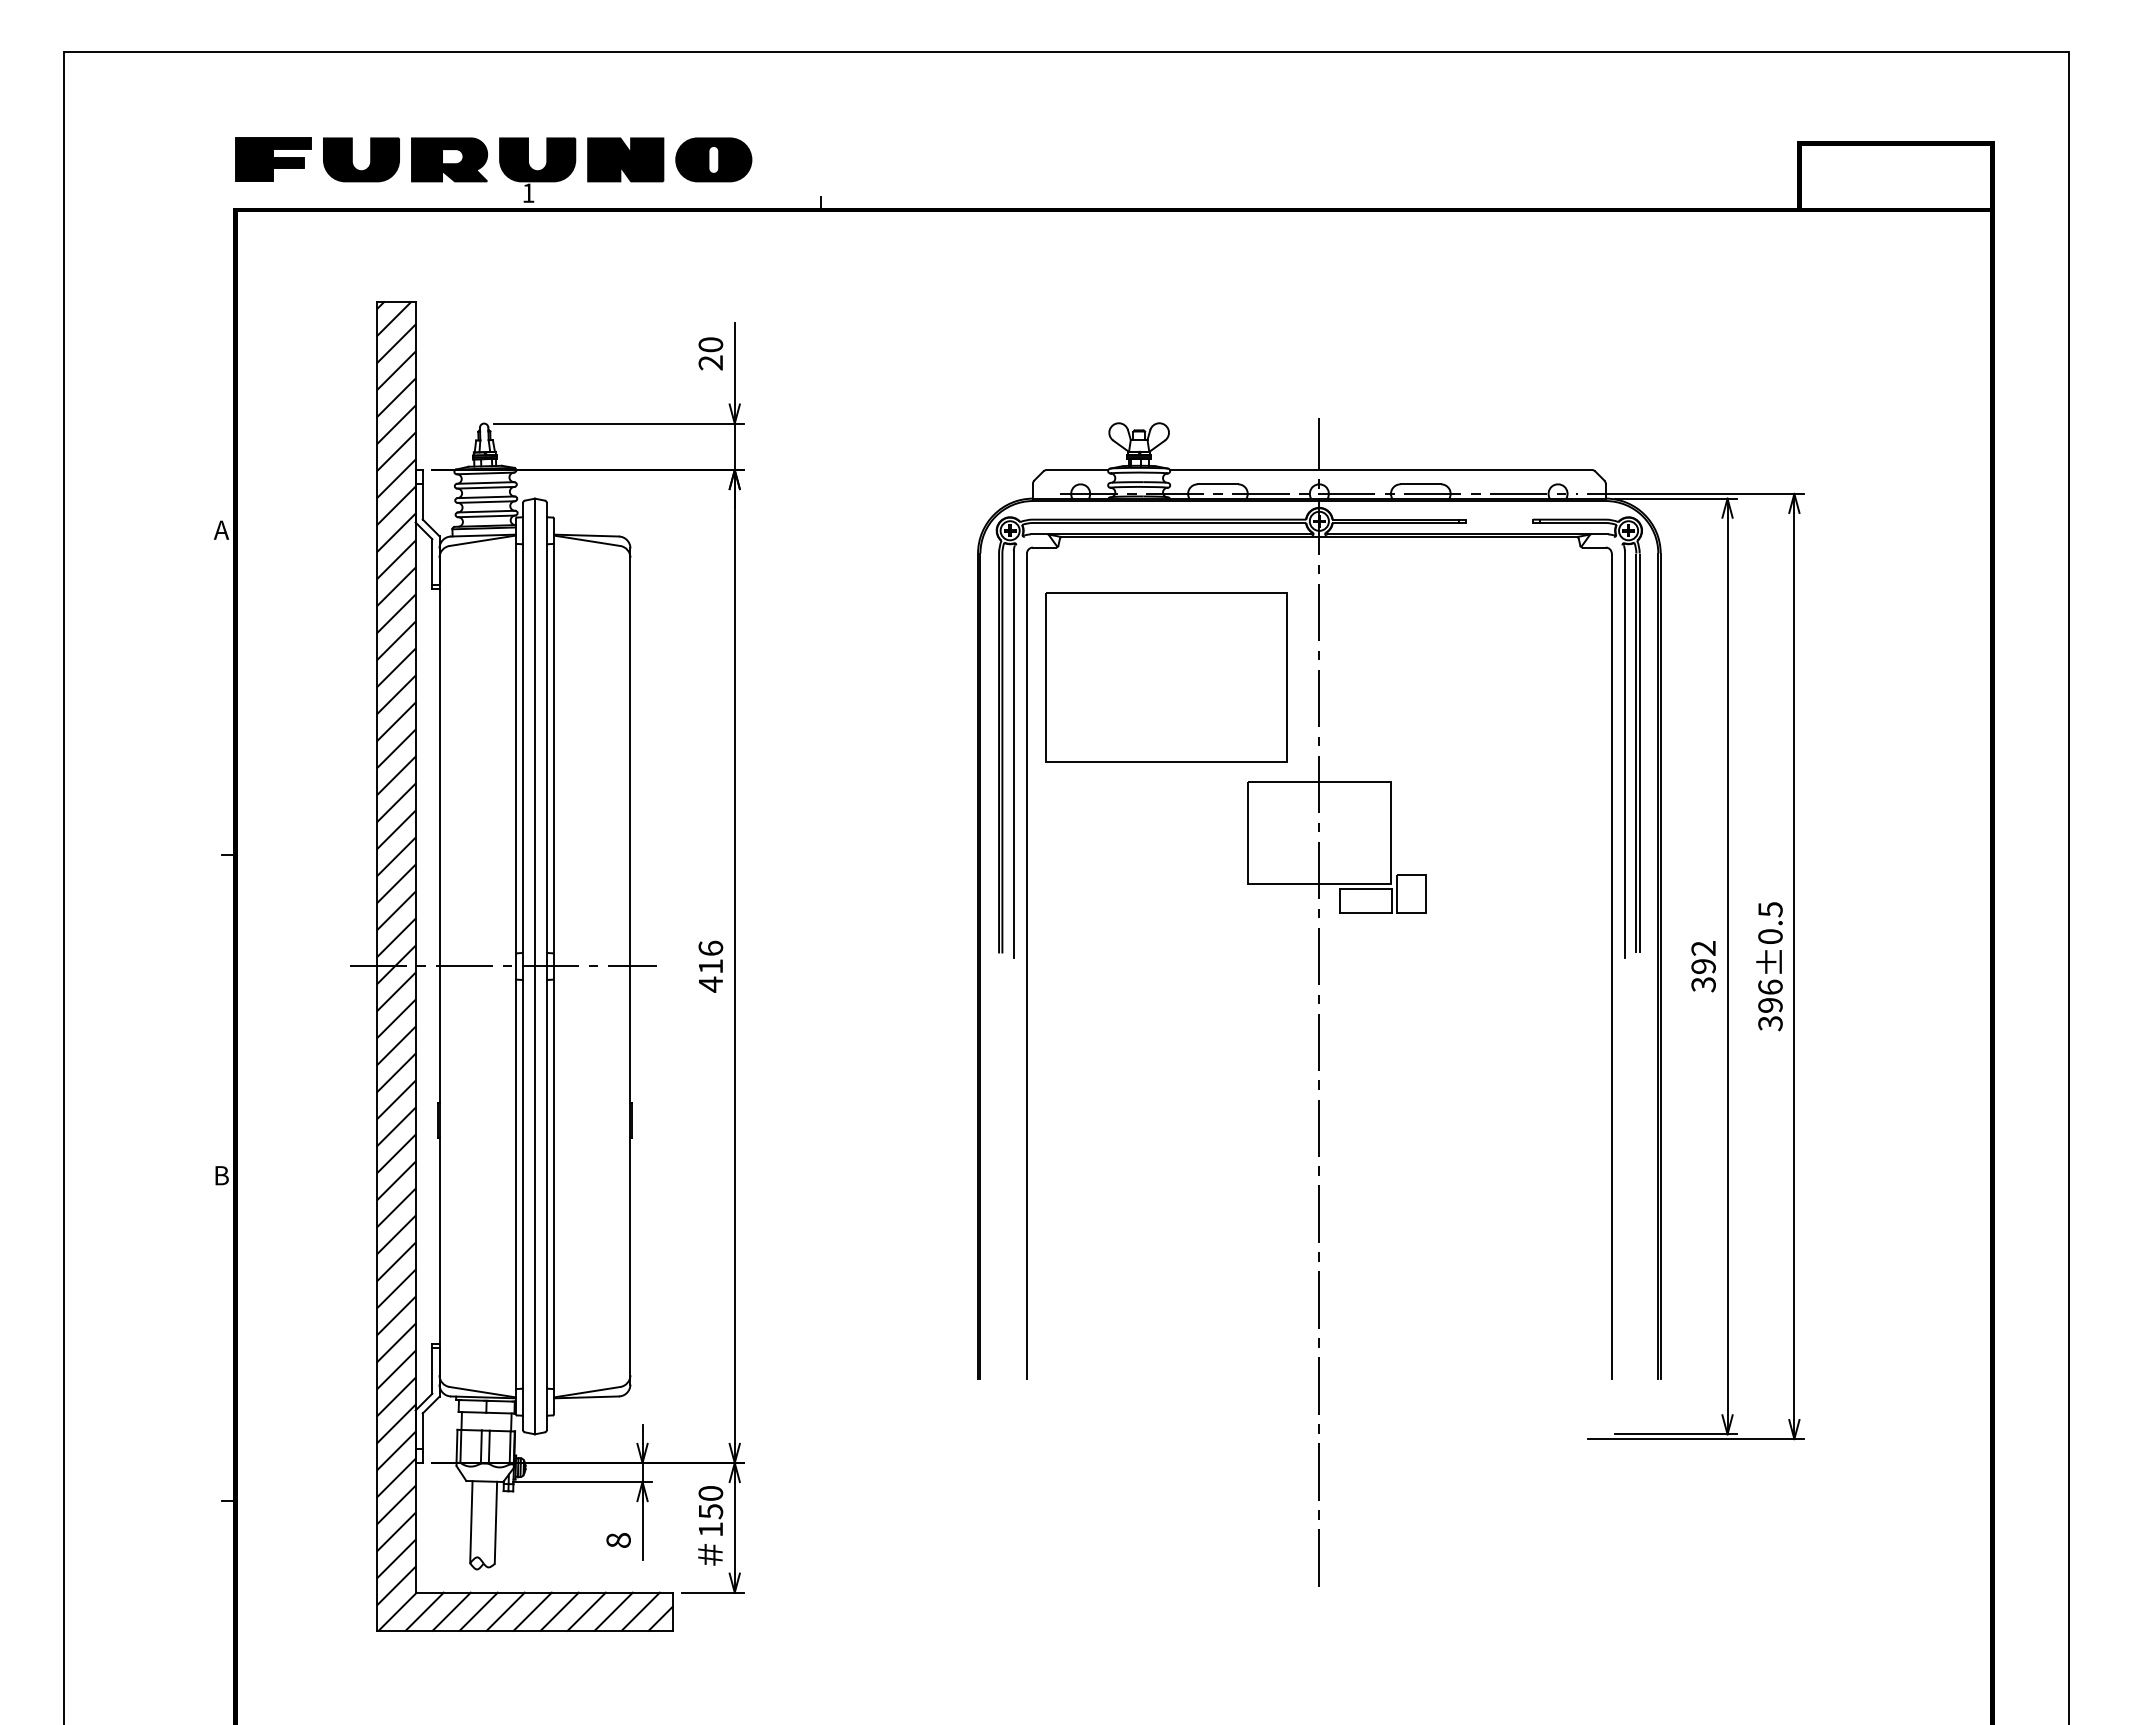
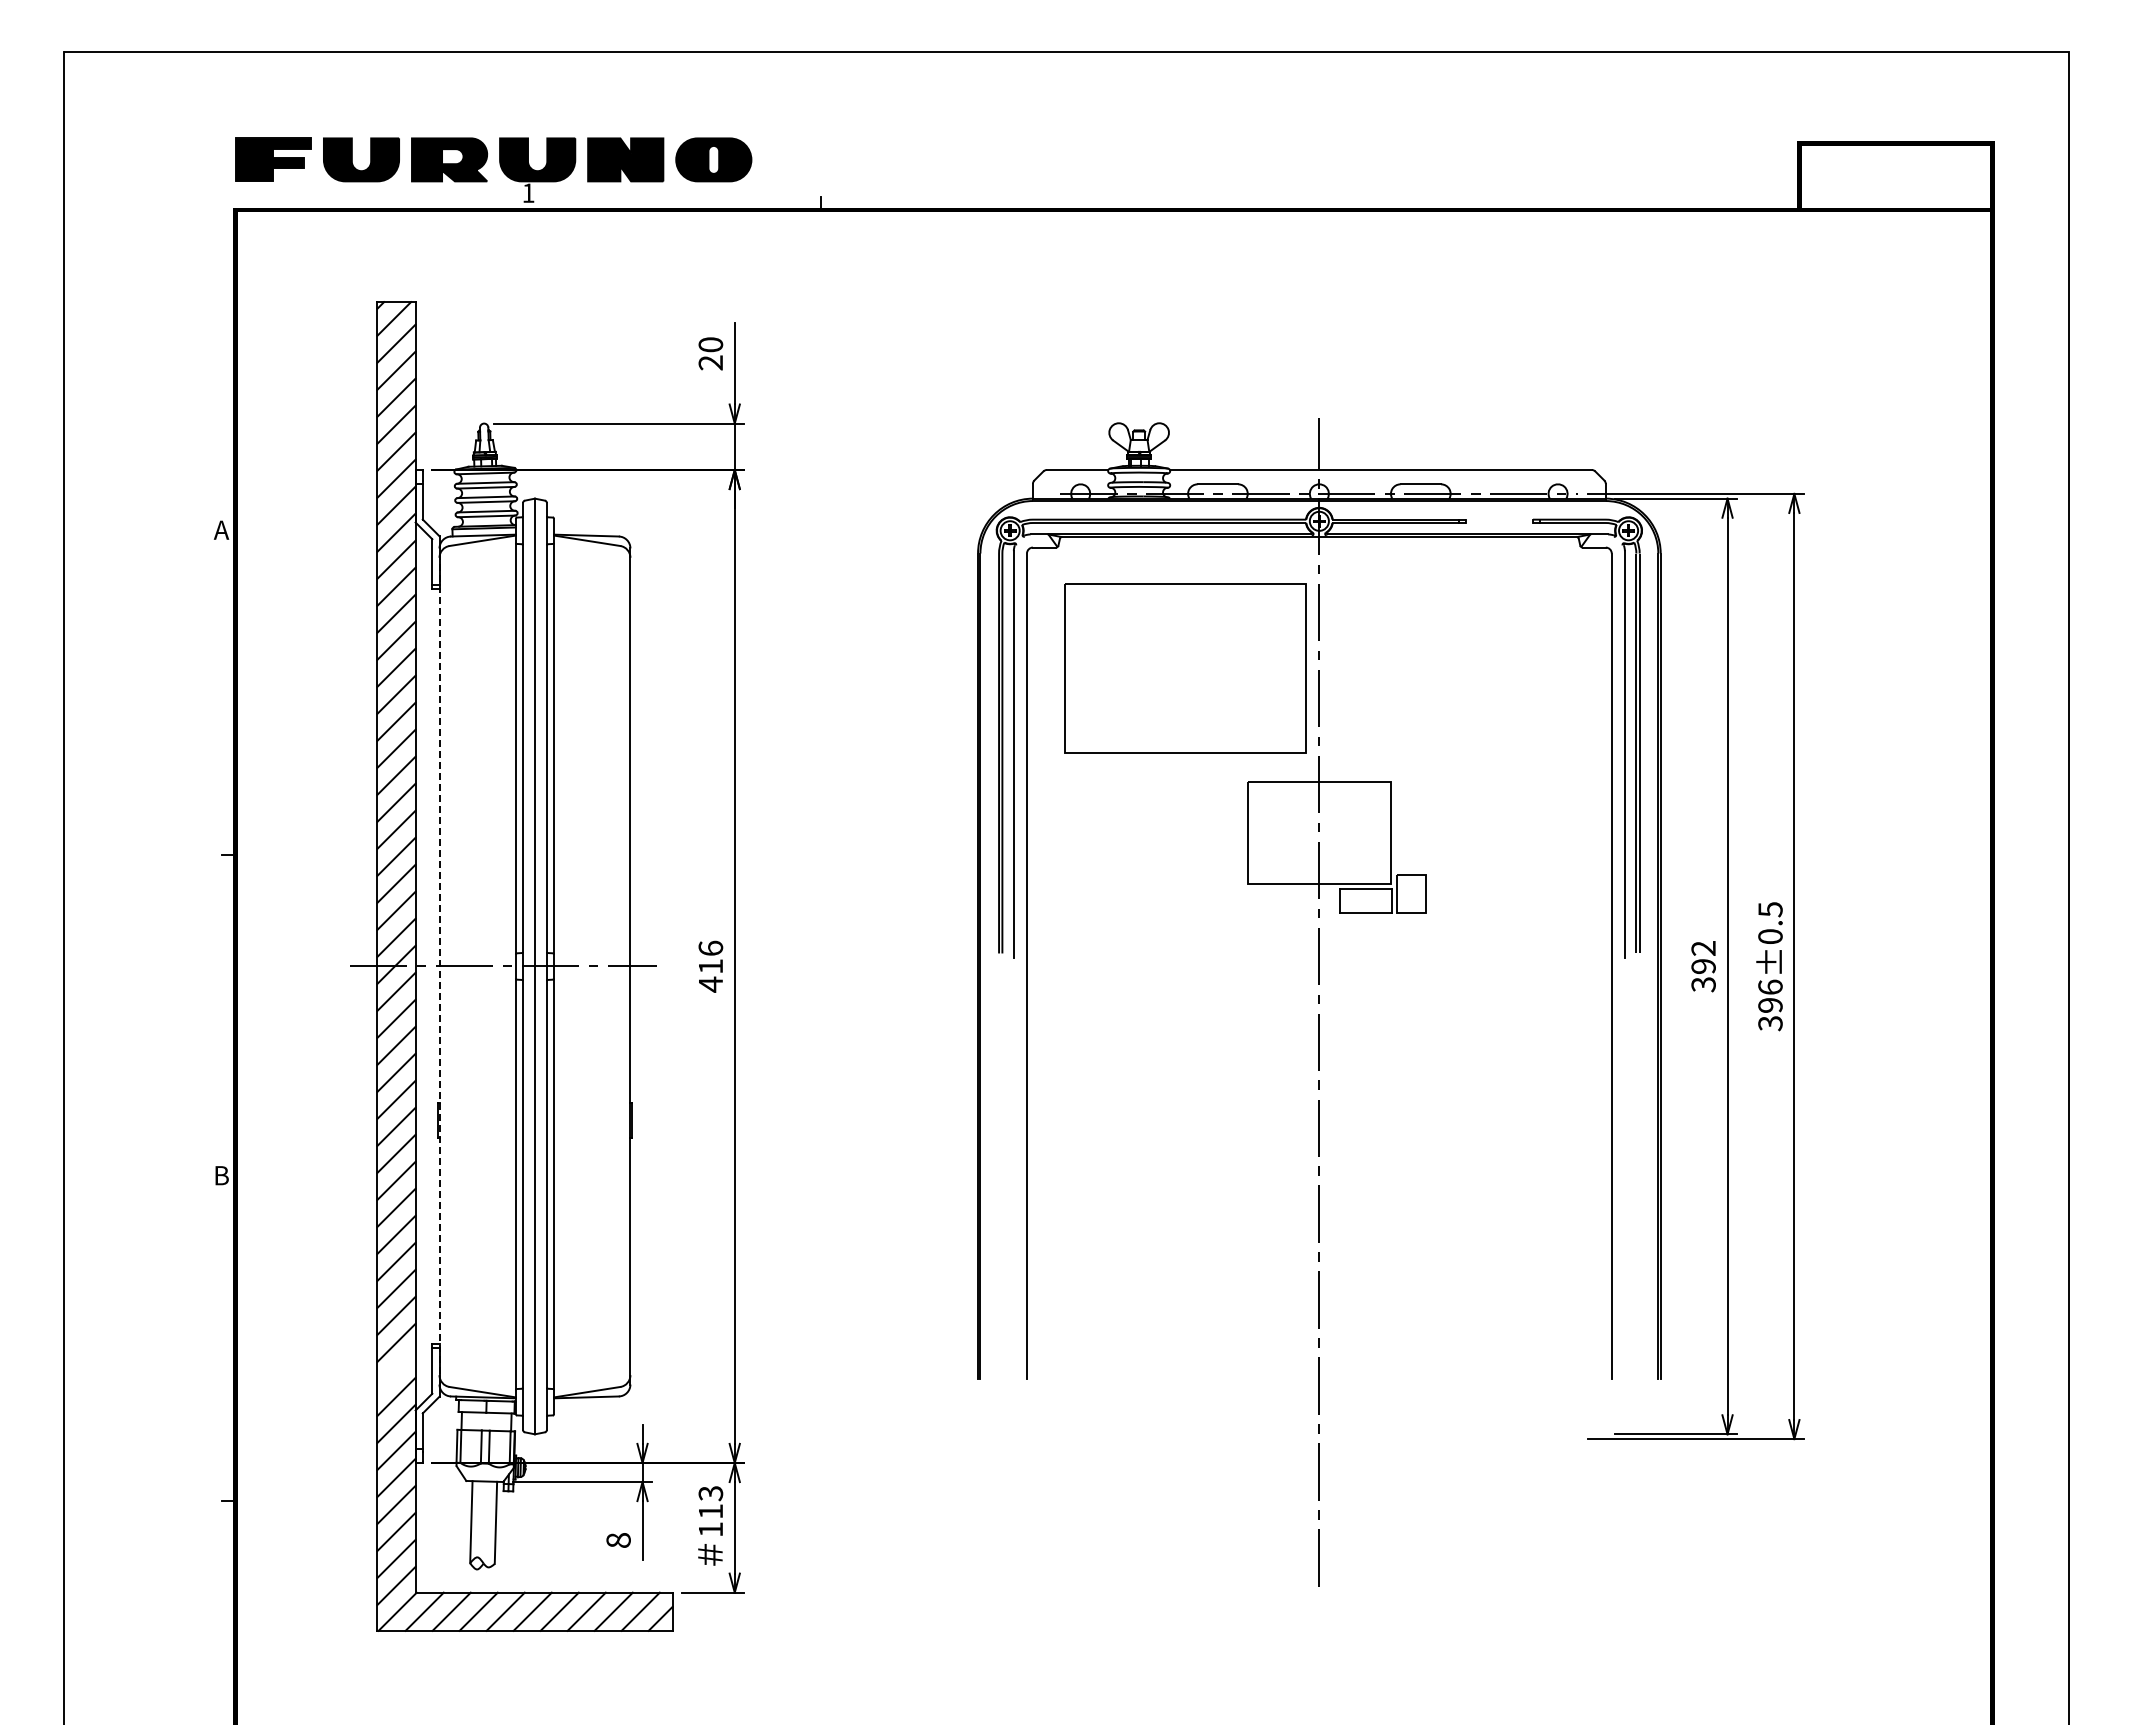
part at (1166, 677) position: (1166, 677) -> (1185, 668)
line at (439, 965): solid -> dashed
line at (396, 1369): present -> none
text at (710, 1502): 150 -> 113
